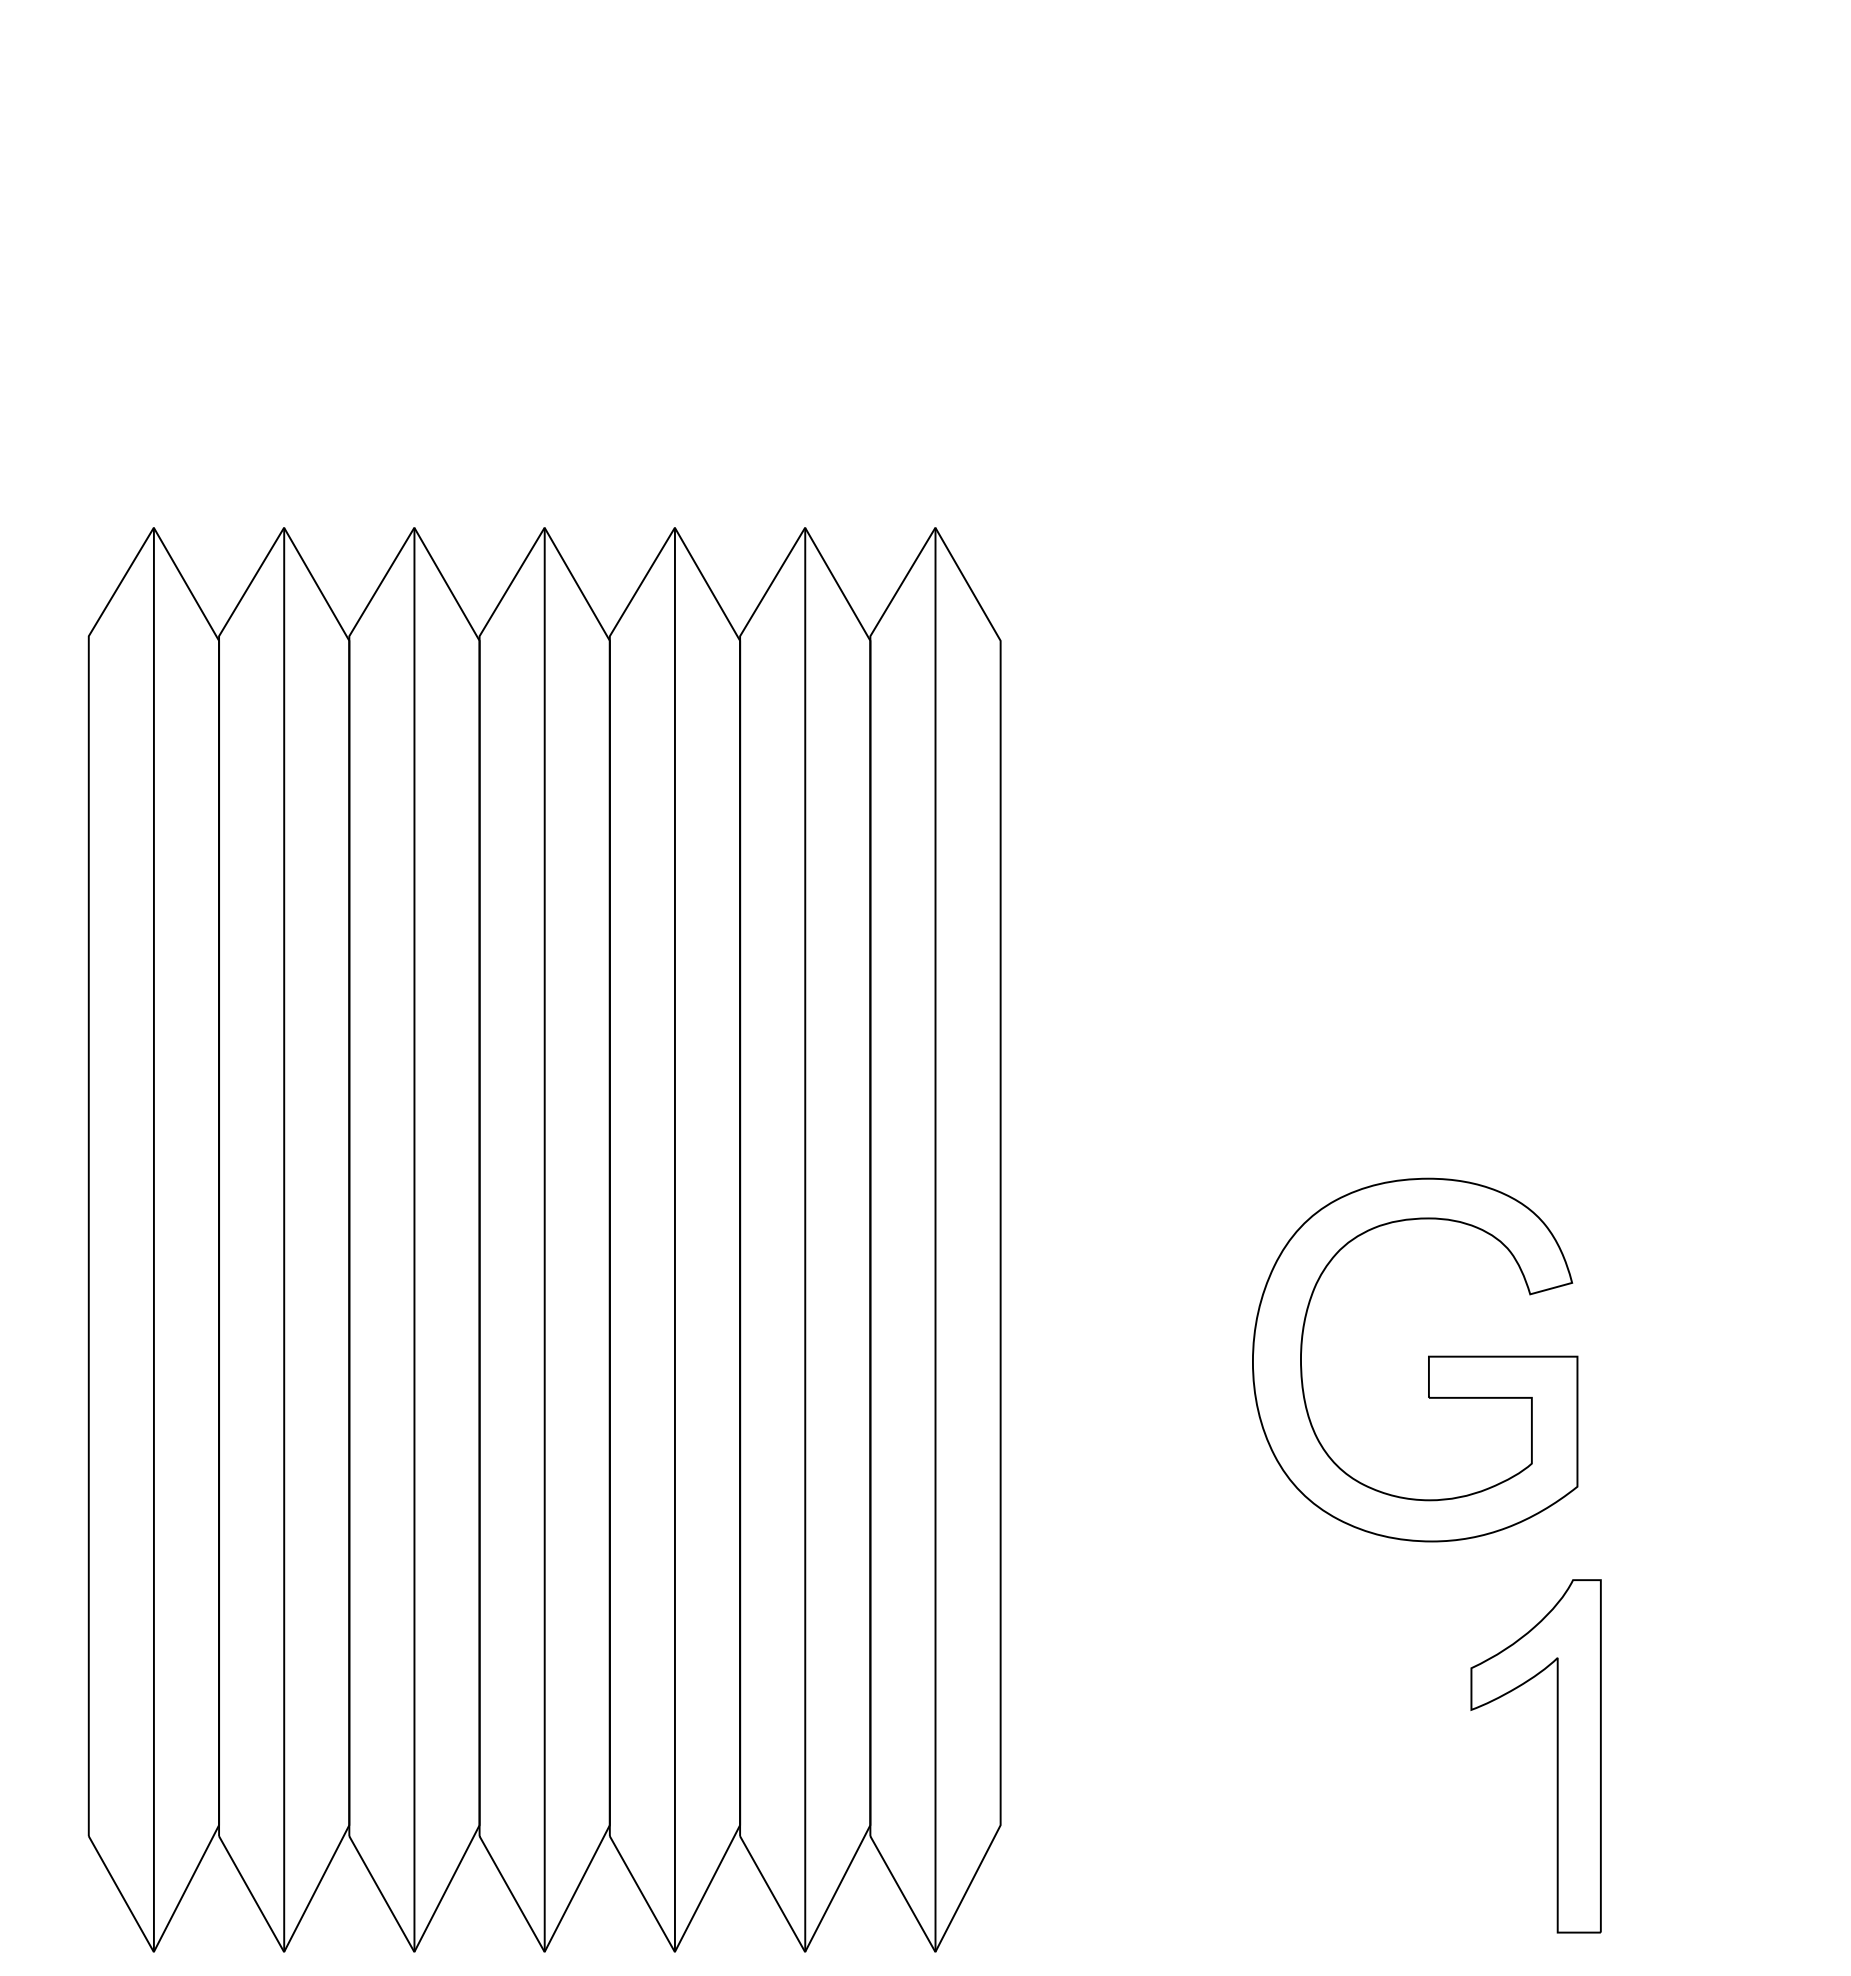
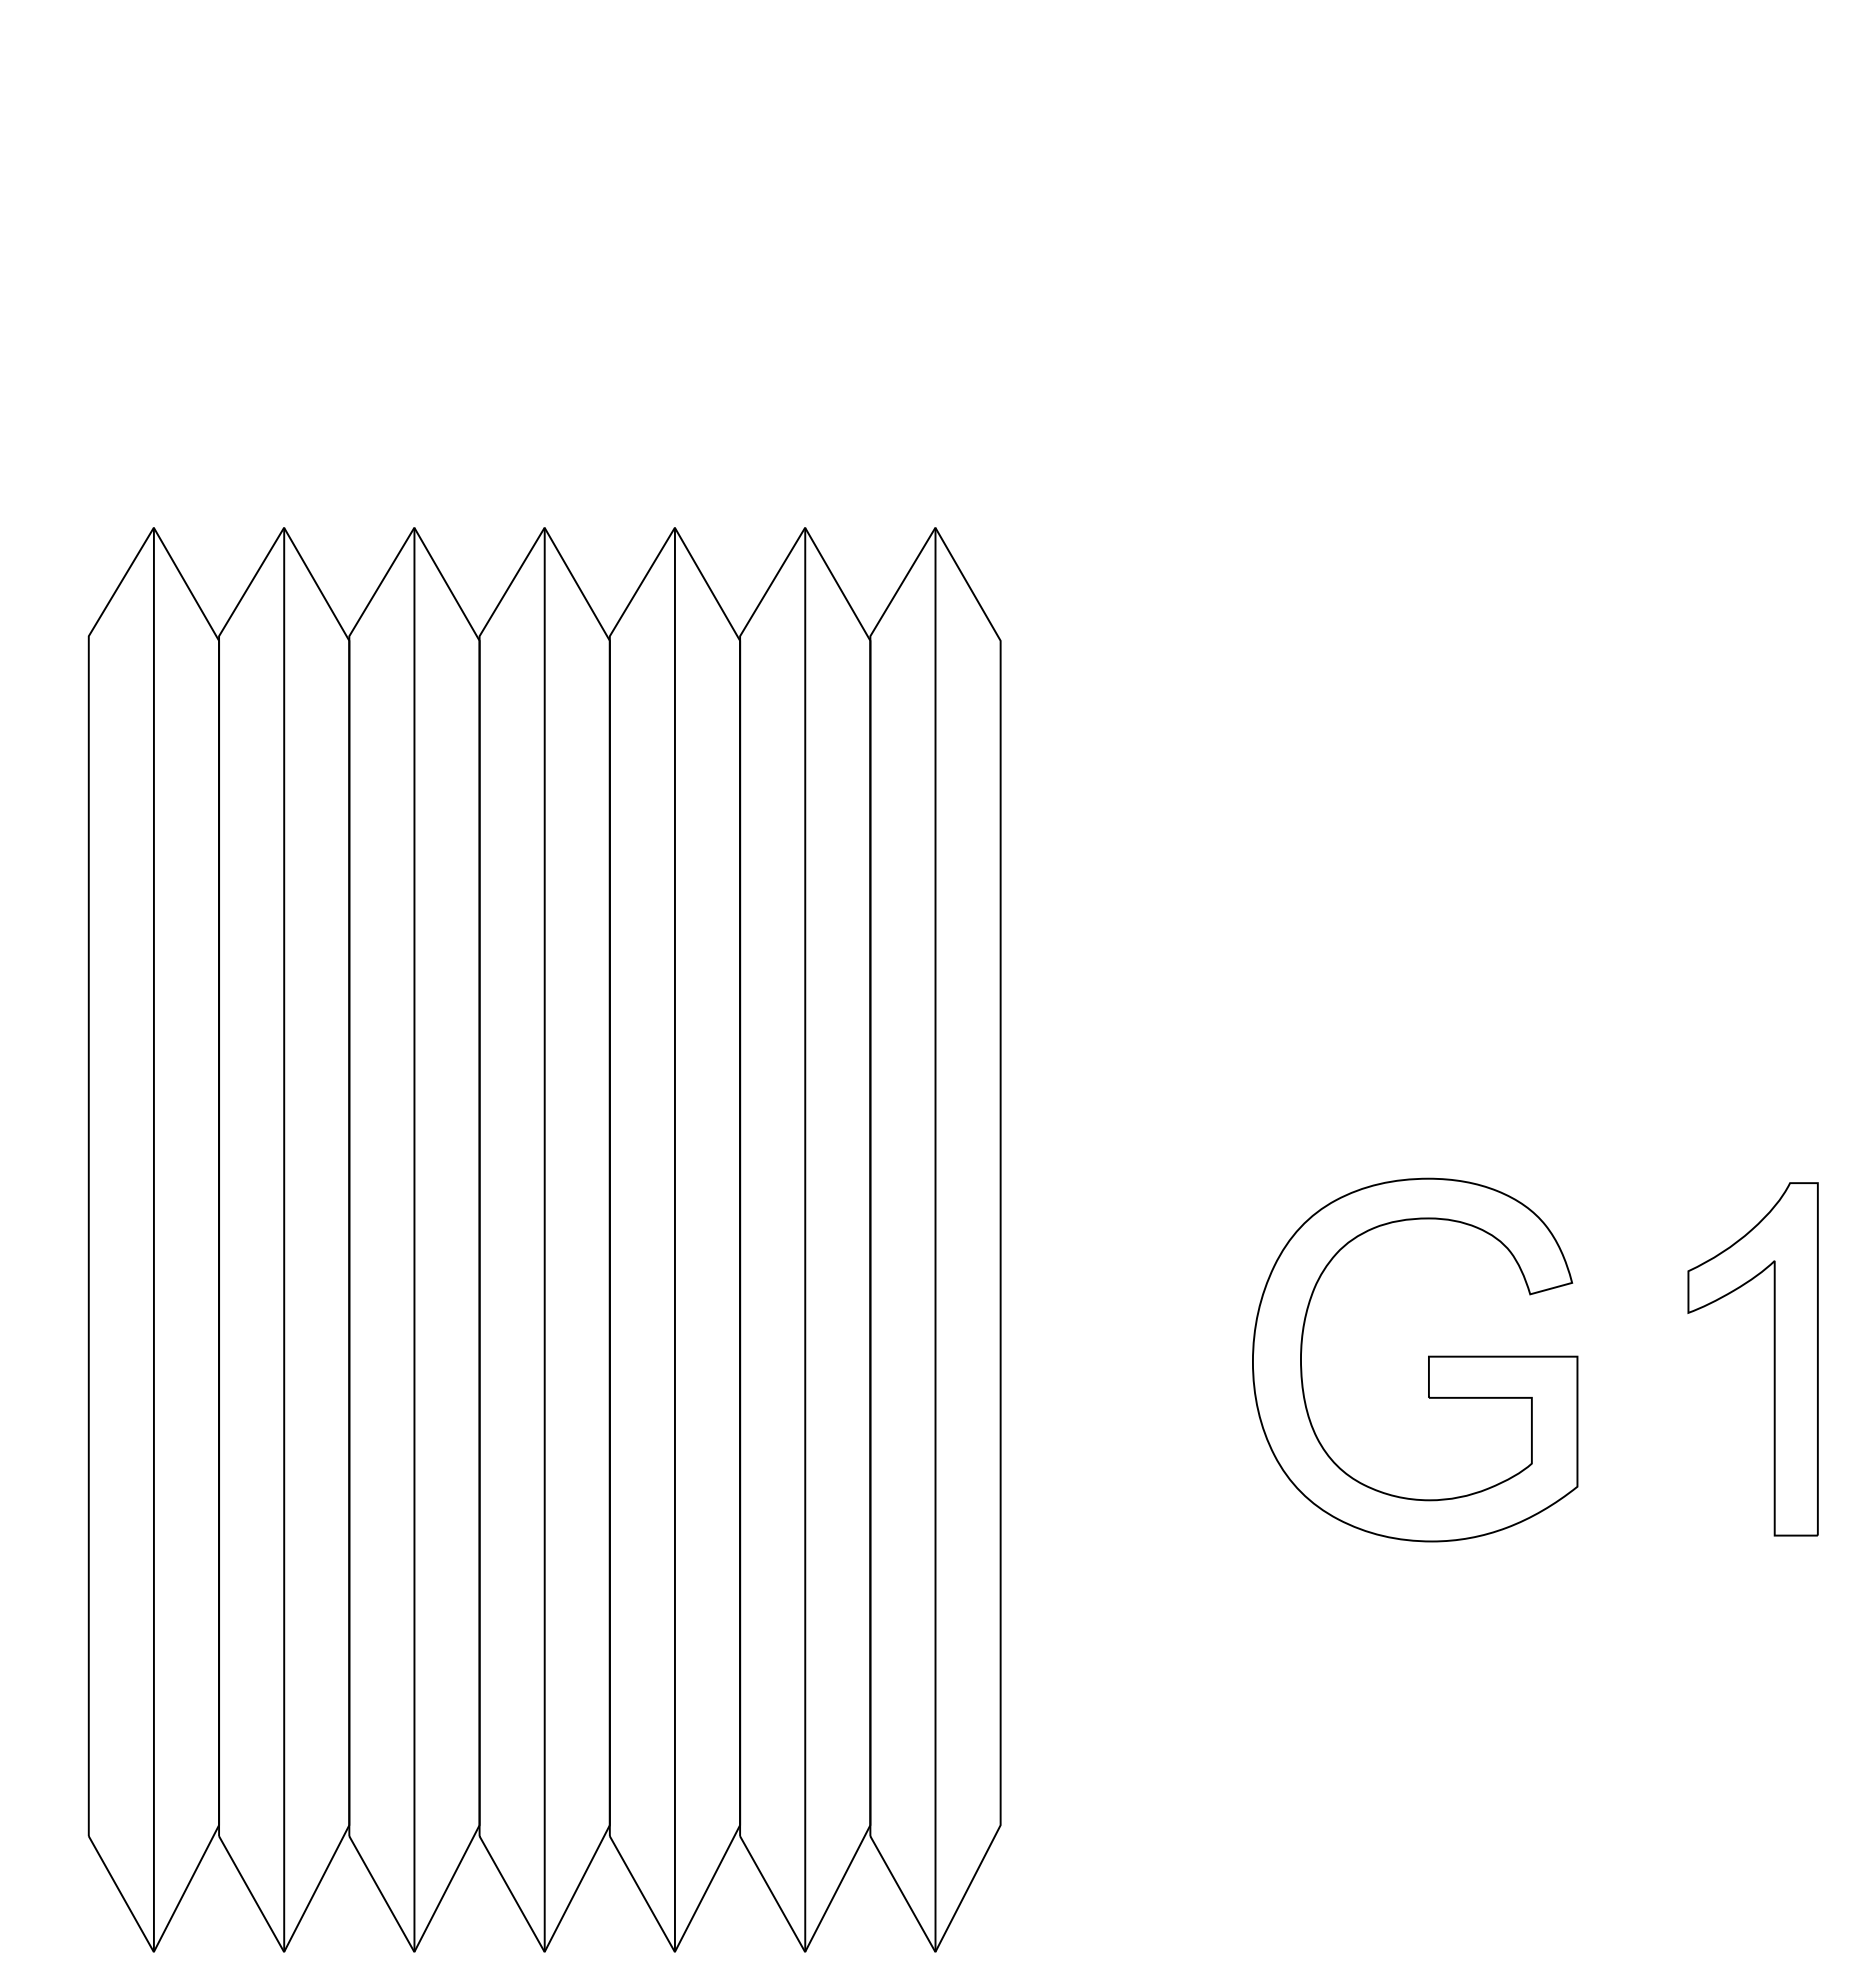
part at (1556, 1756) position: (1556, 1756) -> (1773, 1359)
